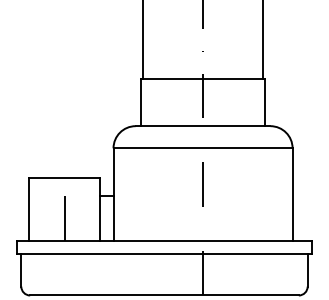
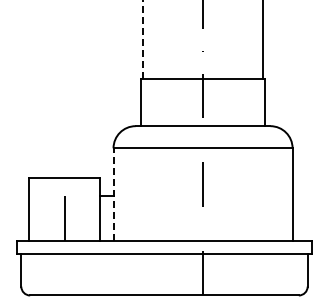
line at (142, 39): solid -> dashed
line at (113, 193): solid -> dashed
